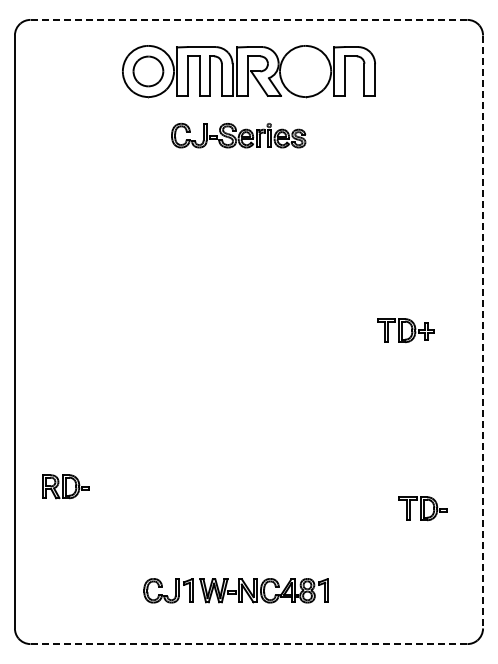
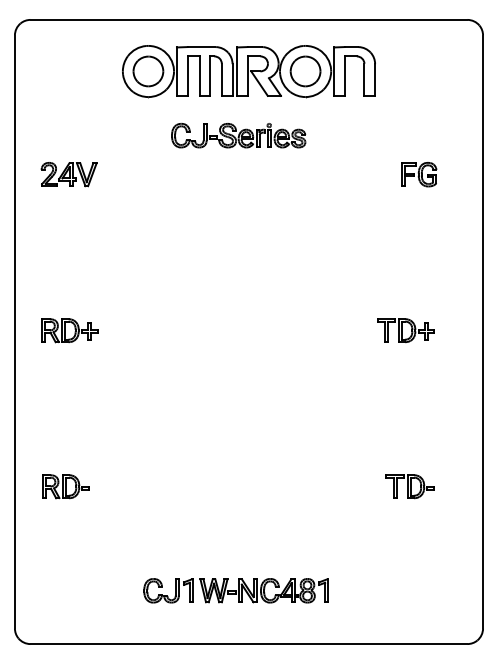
line at (249, 19): dashed -> solid
part at (305, 71): none -> present
part at (68, 174): none -> present
part at (419, 174): none -> present
part at (69, 330): none -> present
line at (483, 332): dashed -> solid
part at (422, 508) position: (422, 508) -> (409, 486)
line at (248, 644): dashed -> solid
